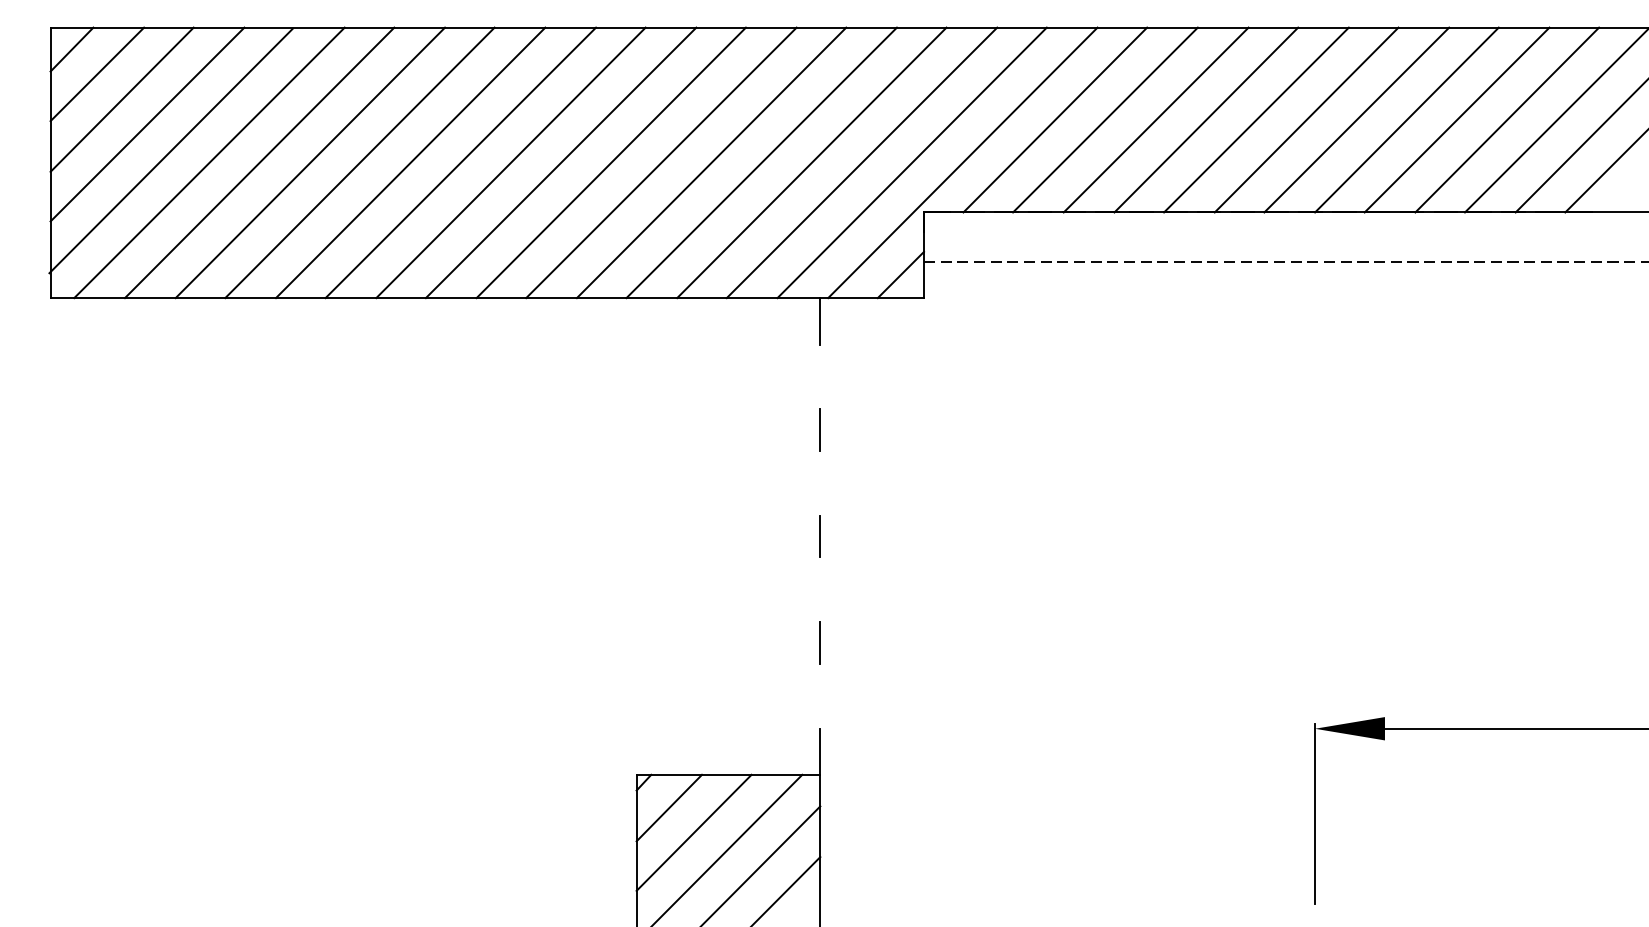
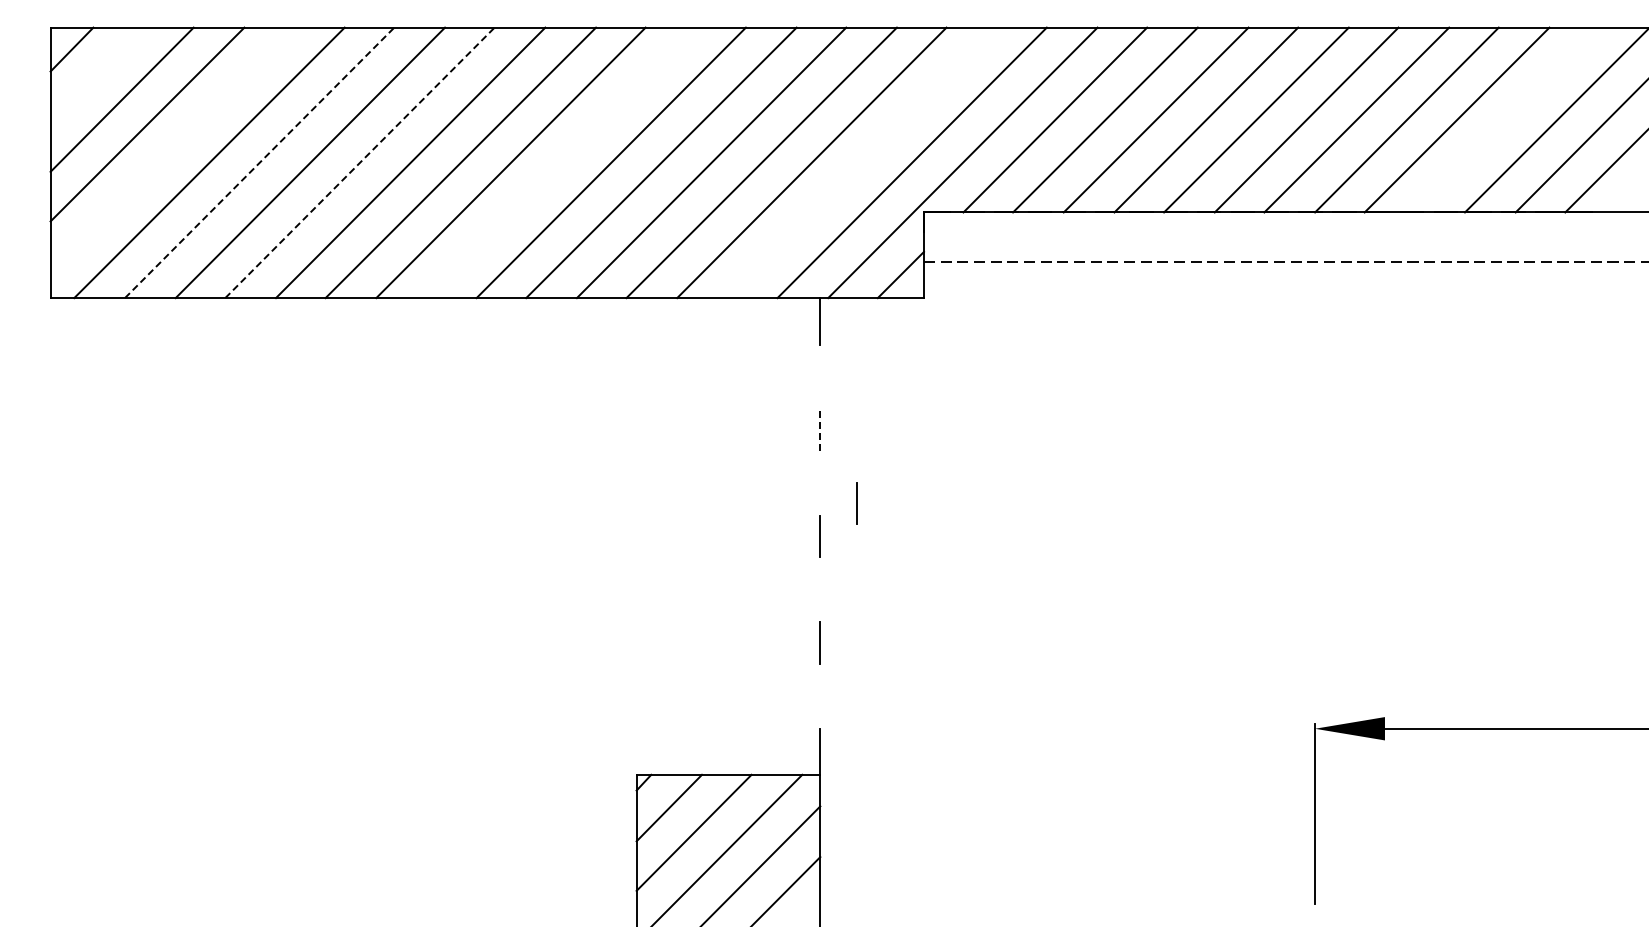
line at (97, 74): present -> none
line at (1507, 119): present -> none
line at (170, 150): present -> none
line at (259, 162): solid -> dashed
line at (359, 162): solid -> dashed
line at (560, 162): present -> none
line at (861, 162): present -> none
line at (820, 429): solid -> dashed
line at (856, 503): none -> present
